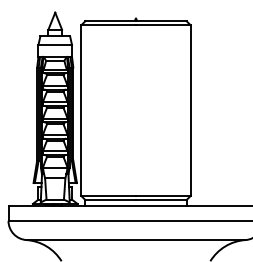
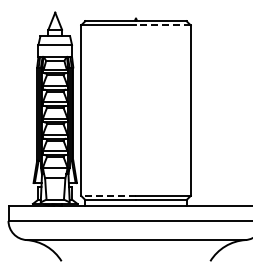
line at (162, 25): solid -> dashed
line at (108, 195): solid -> dashed
